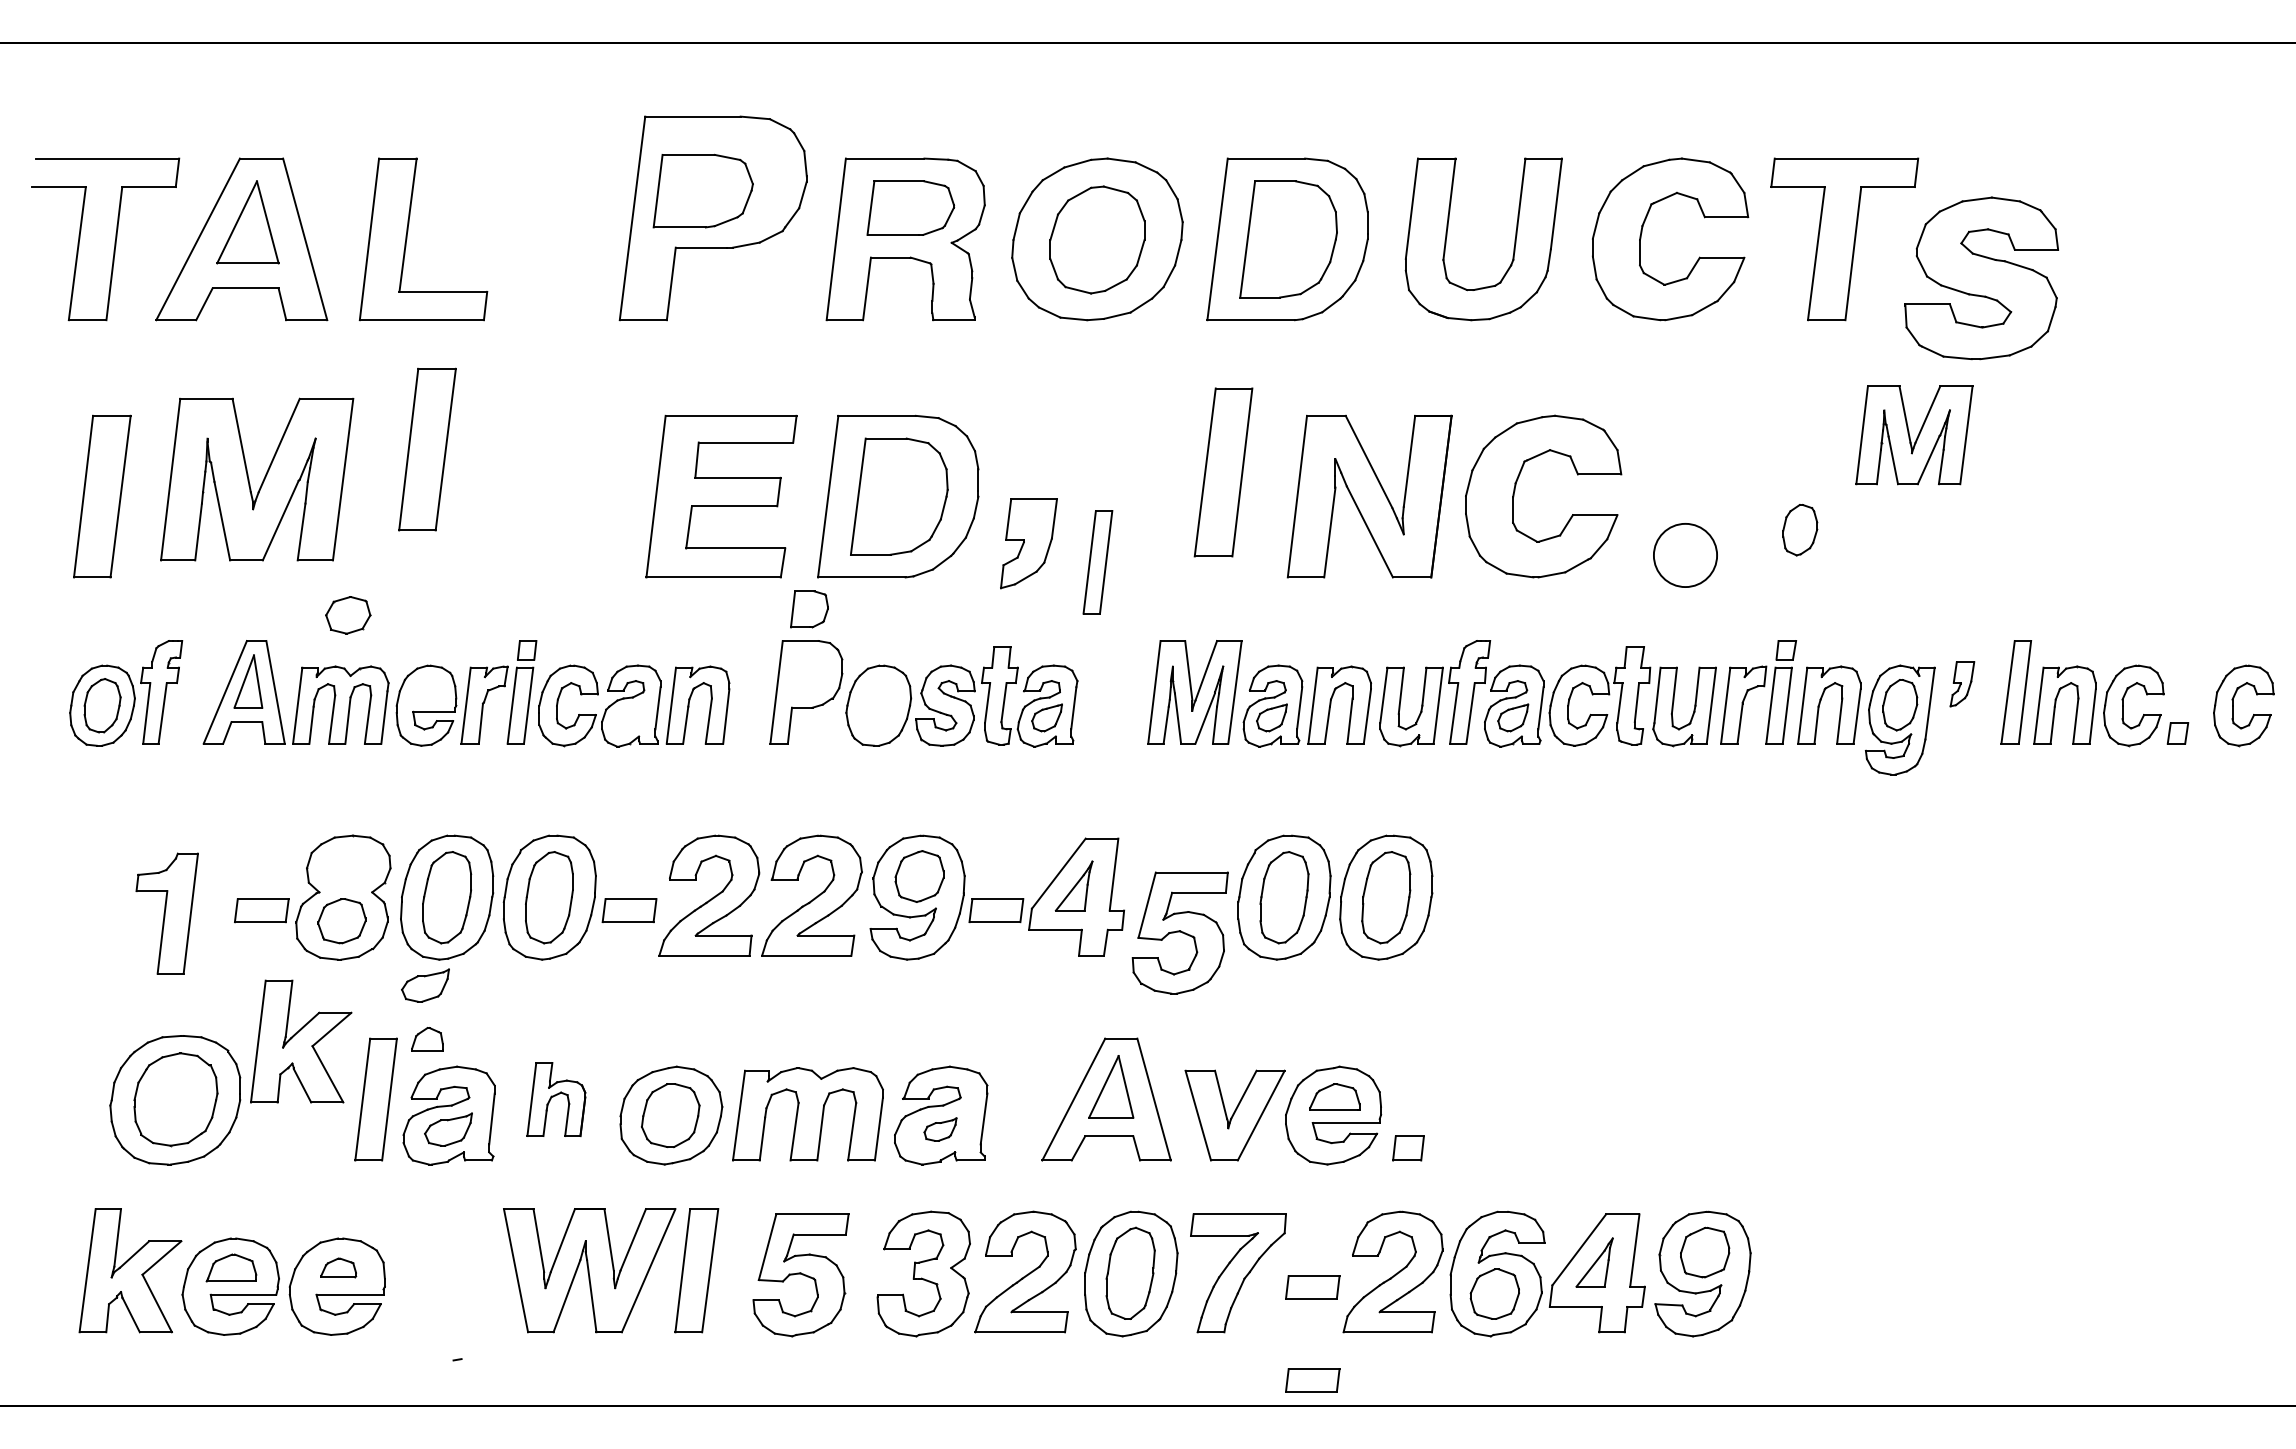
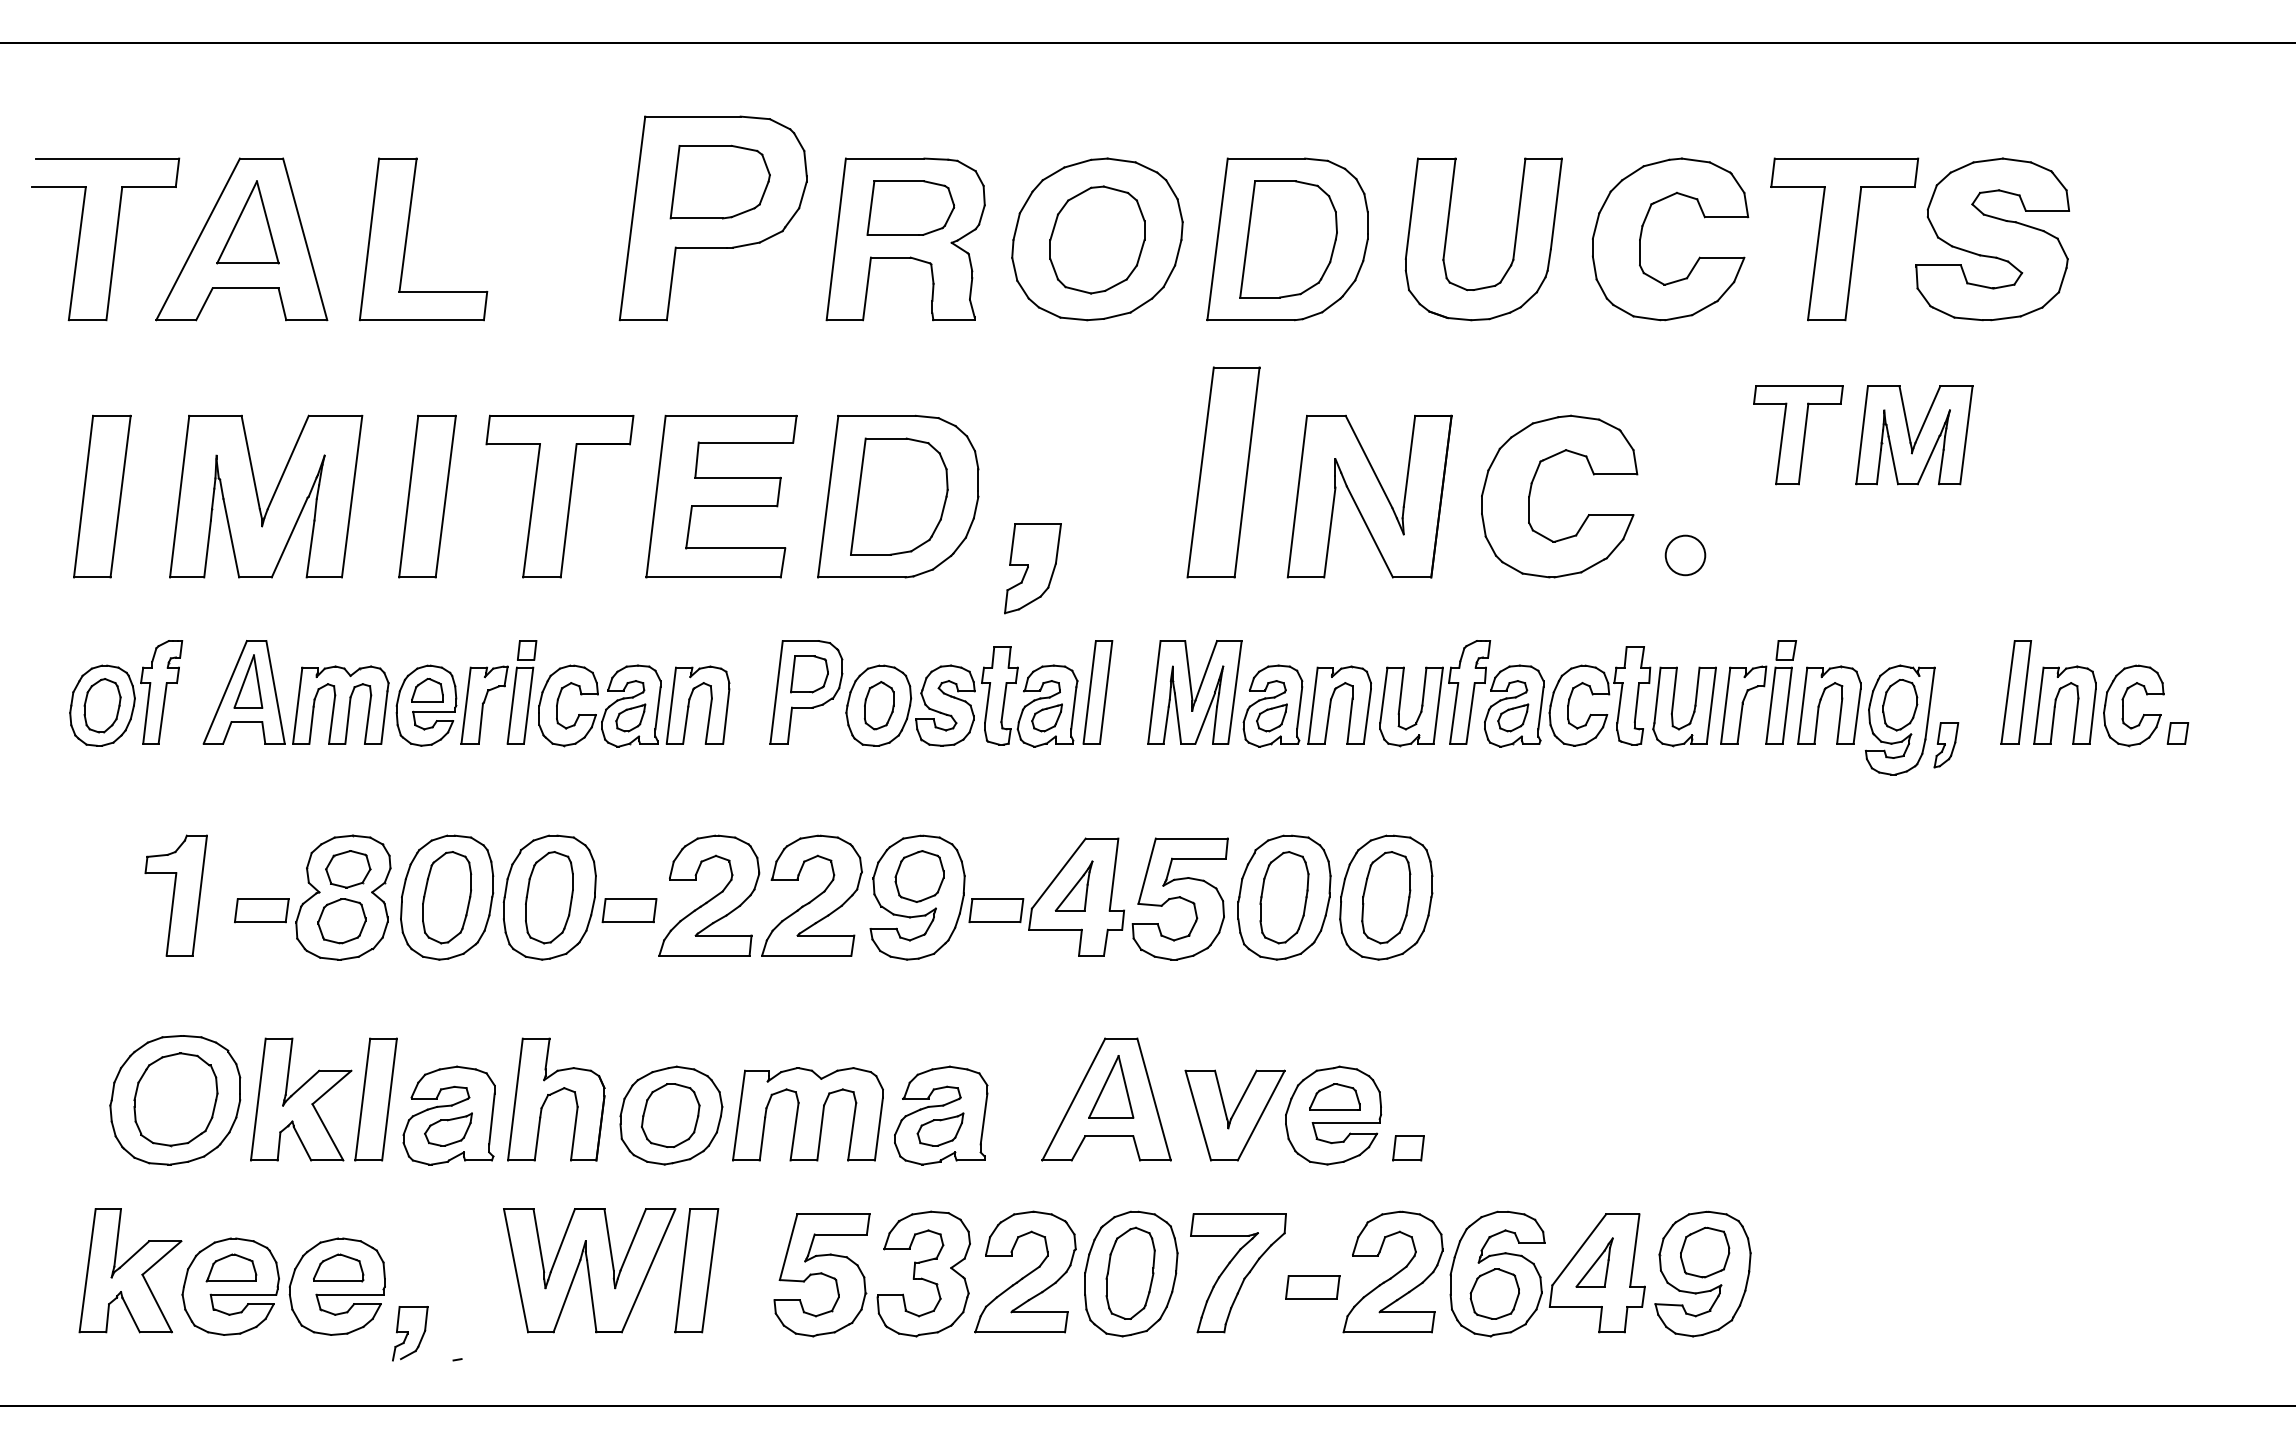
part at (702, 190) position: (702, 190) -> (719, 181)
part at (1981, 278) position: (1981, 278) -> (1992, 239)
part at (1798, 435): none -> present
part at (427, 449) position: (427, 449) -> (427, 496)
part at (1223, 472) size: 61x171 px -> 75x213 px
part at (257, 479) position: (257, 479) -> (266, 496)
part at (1515, 491) position: (1515, 491) -> (1531, 491)
part at (559, 496): none -> present
part at (1800, 530): present -> none
part at (1028, 543) position: (1028, 543) -> (1032, 568)
circle at (1685, 555) diameter: 63 px -> 40 px
part at (1097, 562) position: (1097, 562) -> (1097, 692)
part at (809, 609) position: (809, 609) -> (809, 674)
part at (348, 615) position: (348, 615) -> (348, 869)
part at (1962, 684) position: (1962, 684) -> (1946, 745)
part at (878, 705): none -> present
part at (2233, 705): present -> none
part at (630, 717): none -> present
part at (166, 913) position: (166, 913) -> (175, 895)
part at (1179, 932) position: (1179, 932) -> (1179, 898)
part at (425, 985): present -> none
part at (427, 1039) position: (427, 1039) -> (427, 690)
part at (301, 1041) position: (301, 1041) -> (301, 1099)
part at (556, 1099) size: 61x75 px -> 99x125 px
part at (940, 1129) size: 35x25 px -> 49x35 px
part at (338, 1267) size: 38x22 px -> 52x30 px
part at (800, 1275) position: (800, 1275) -> (821, 1275)
part at (410, 1333): none -> present
part at (1312, 1380): present -> none
